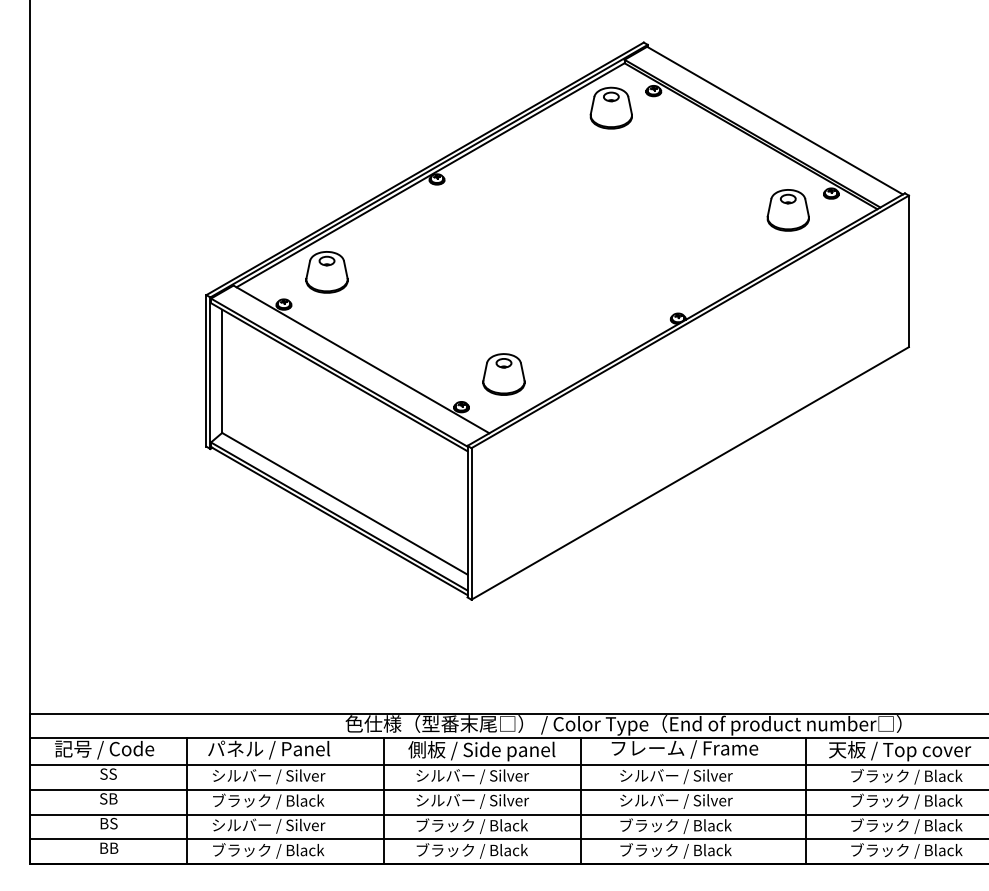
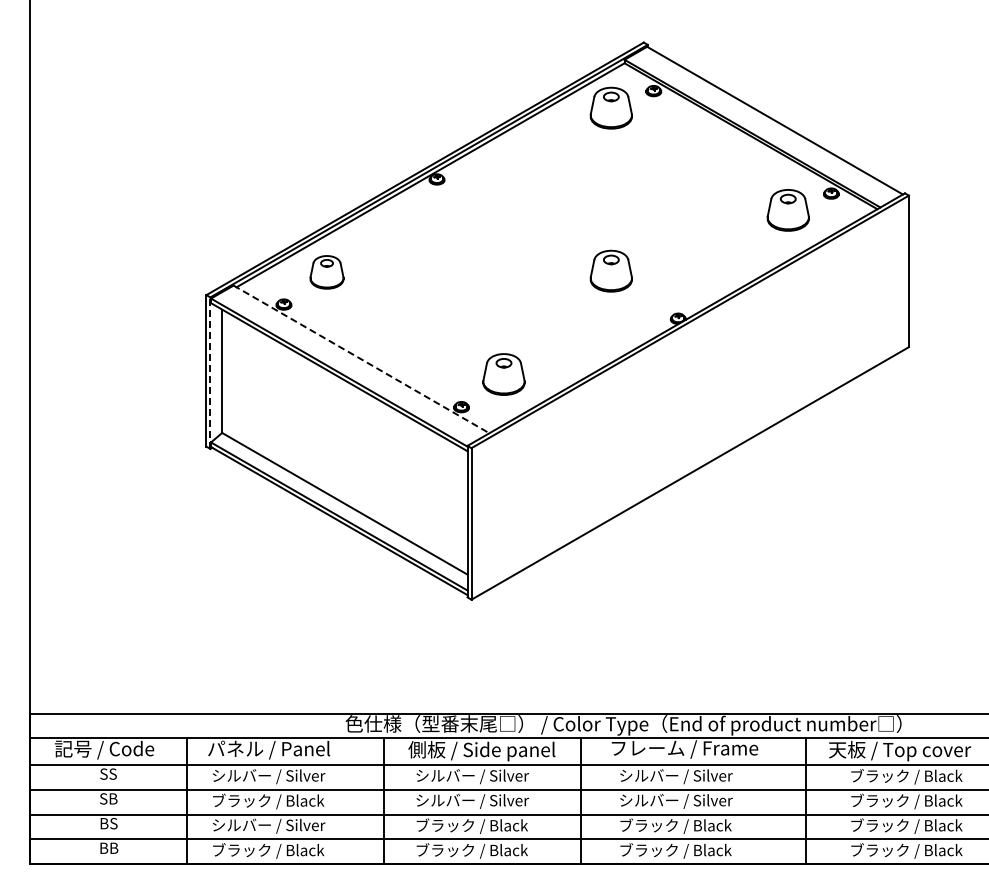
part at (610, 270): none -> present
part at (326, 272) size: 44x43 px -> 36x35 px
line at (361, 359): solid -> dashed
line at (210, 373): solid -> dashed
